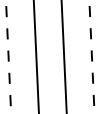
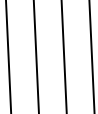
line at (8, 56): dashed -> solid
line at (91, 56): dashed -> solid
